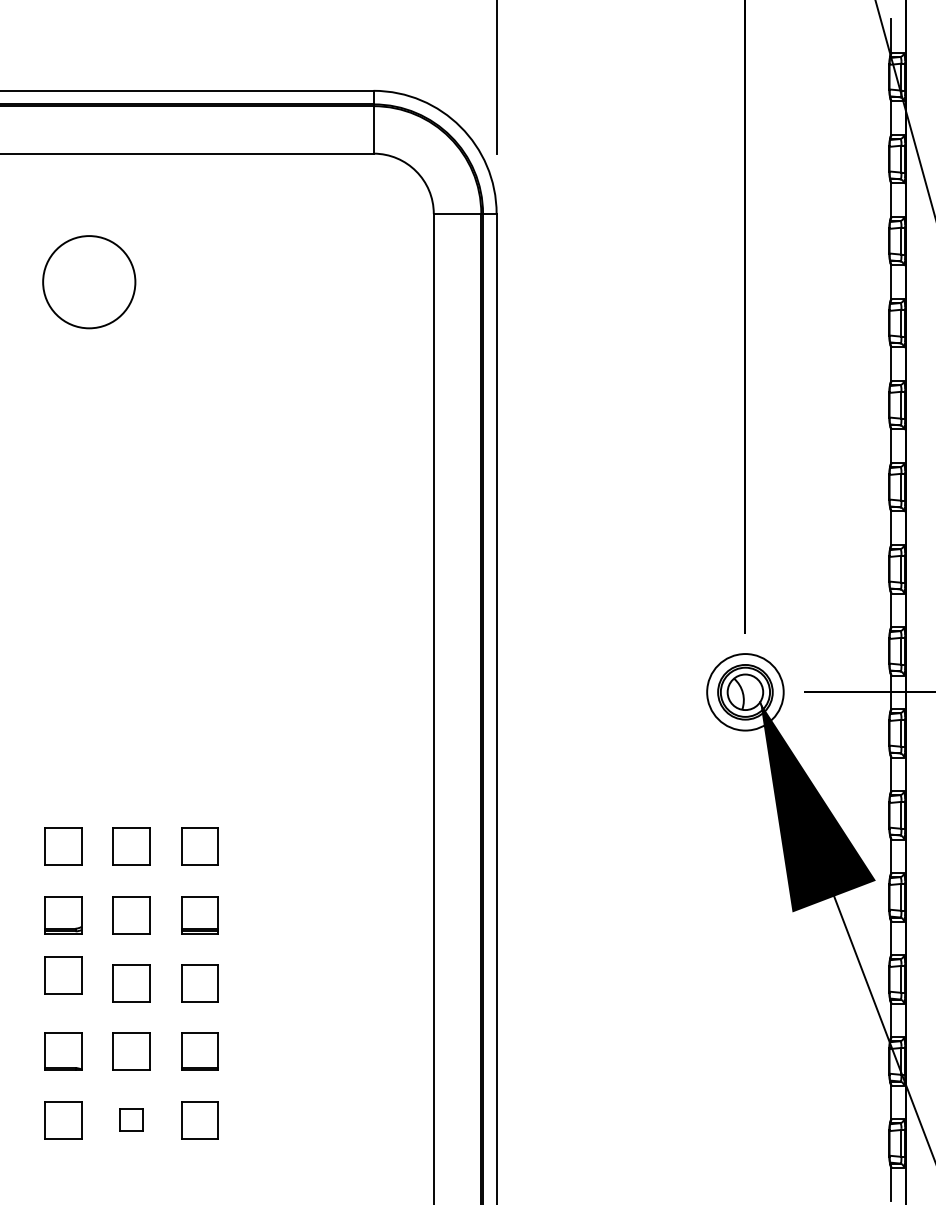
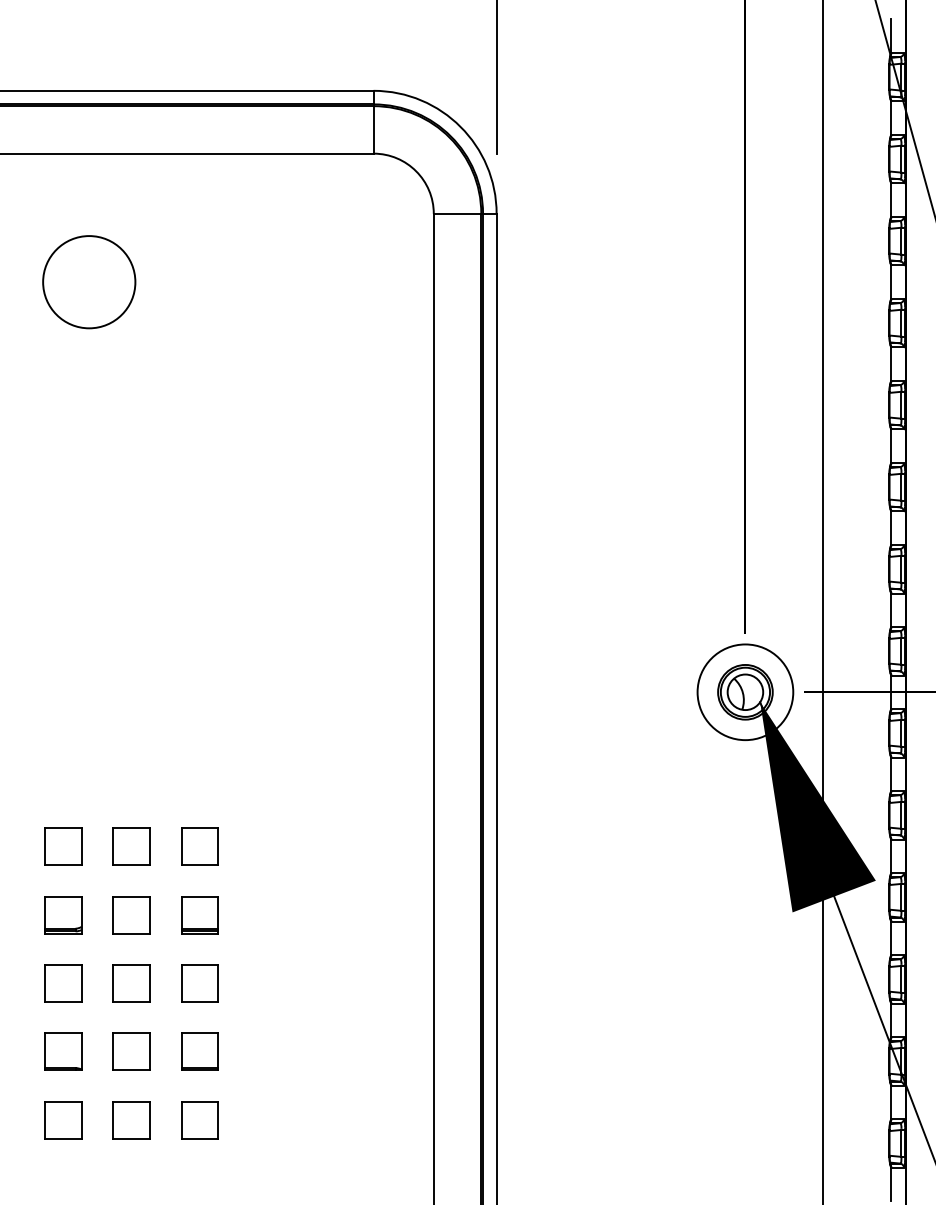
line at (823, 601): none -> present
circle at (745, 692) diameter: 77 px -> 96 px
part at (63, 975) position: (63, 975) -> (63, 983)
part at (131, 1119) size: 25x24 px -> 39x39 px
